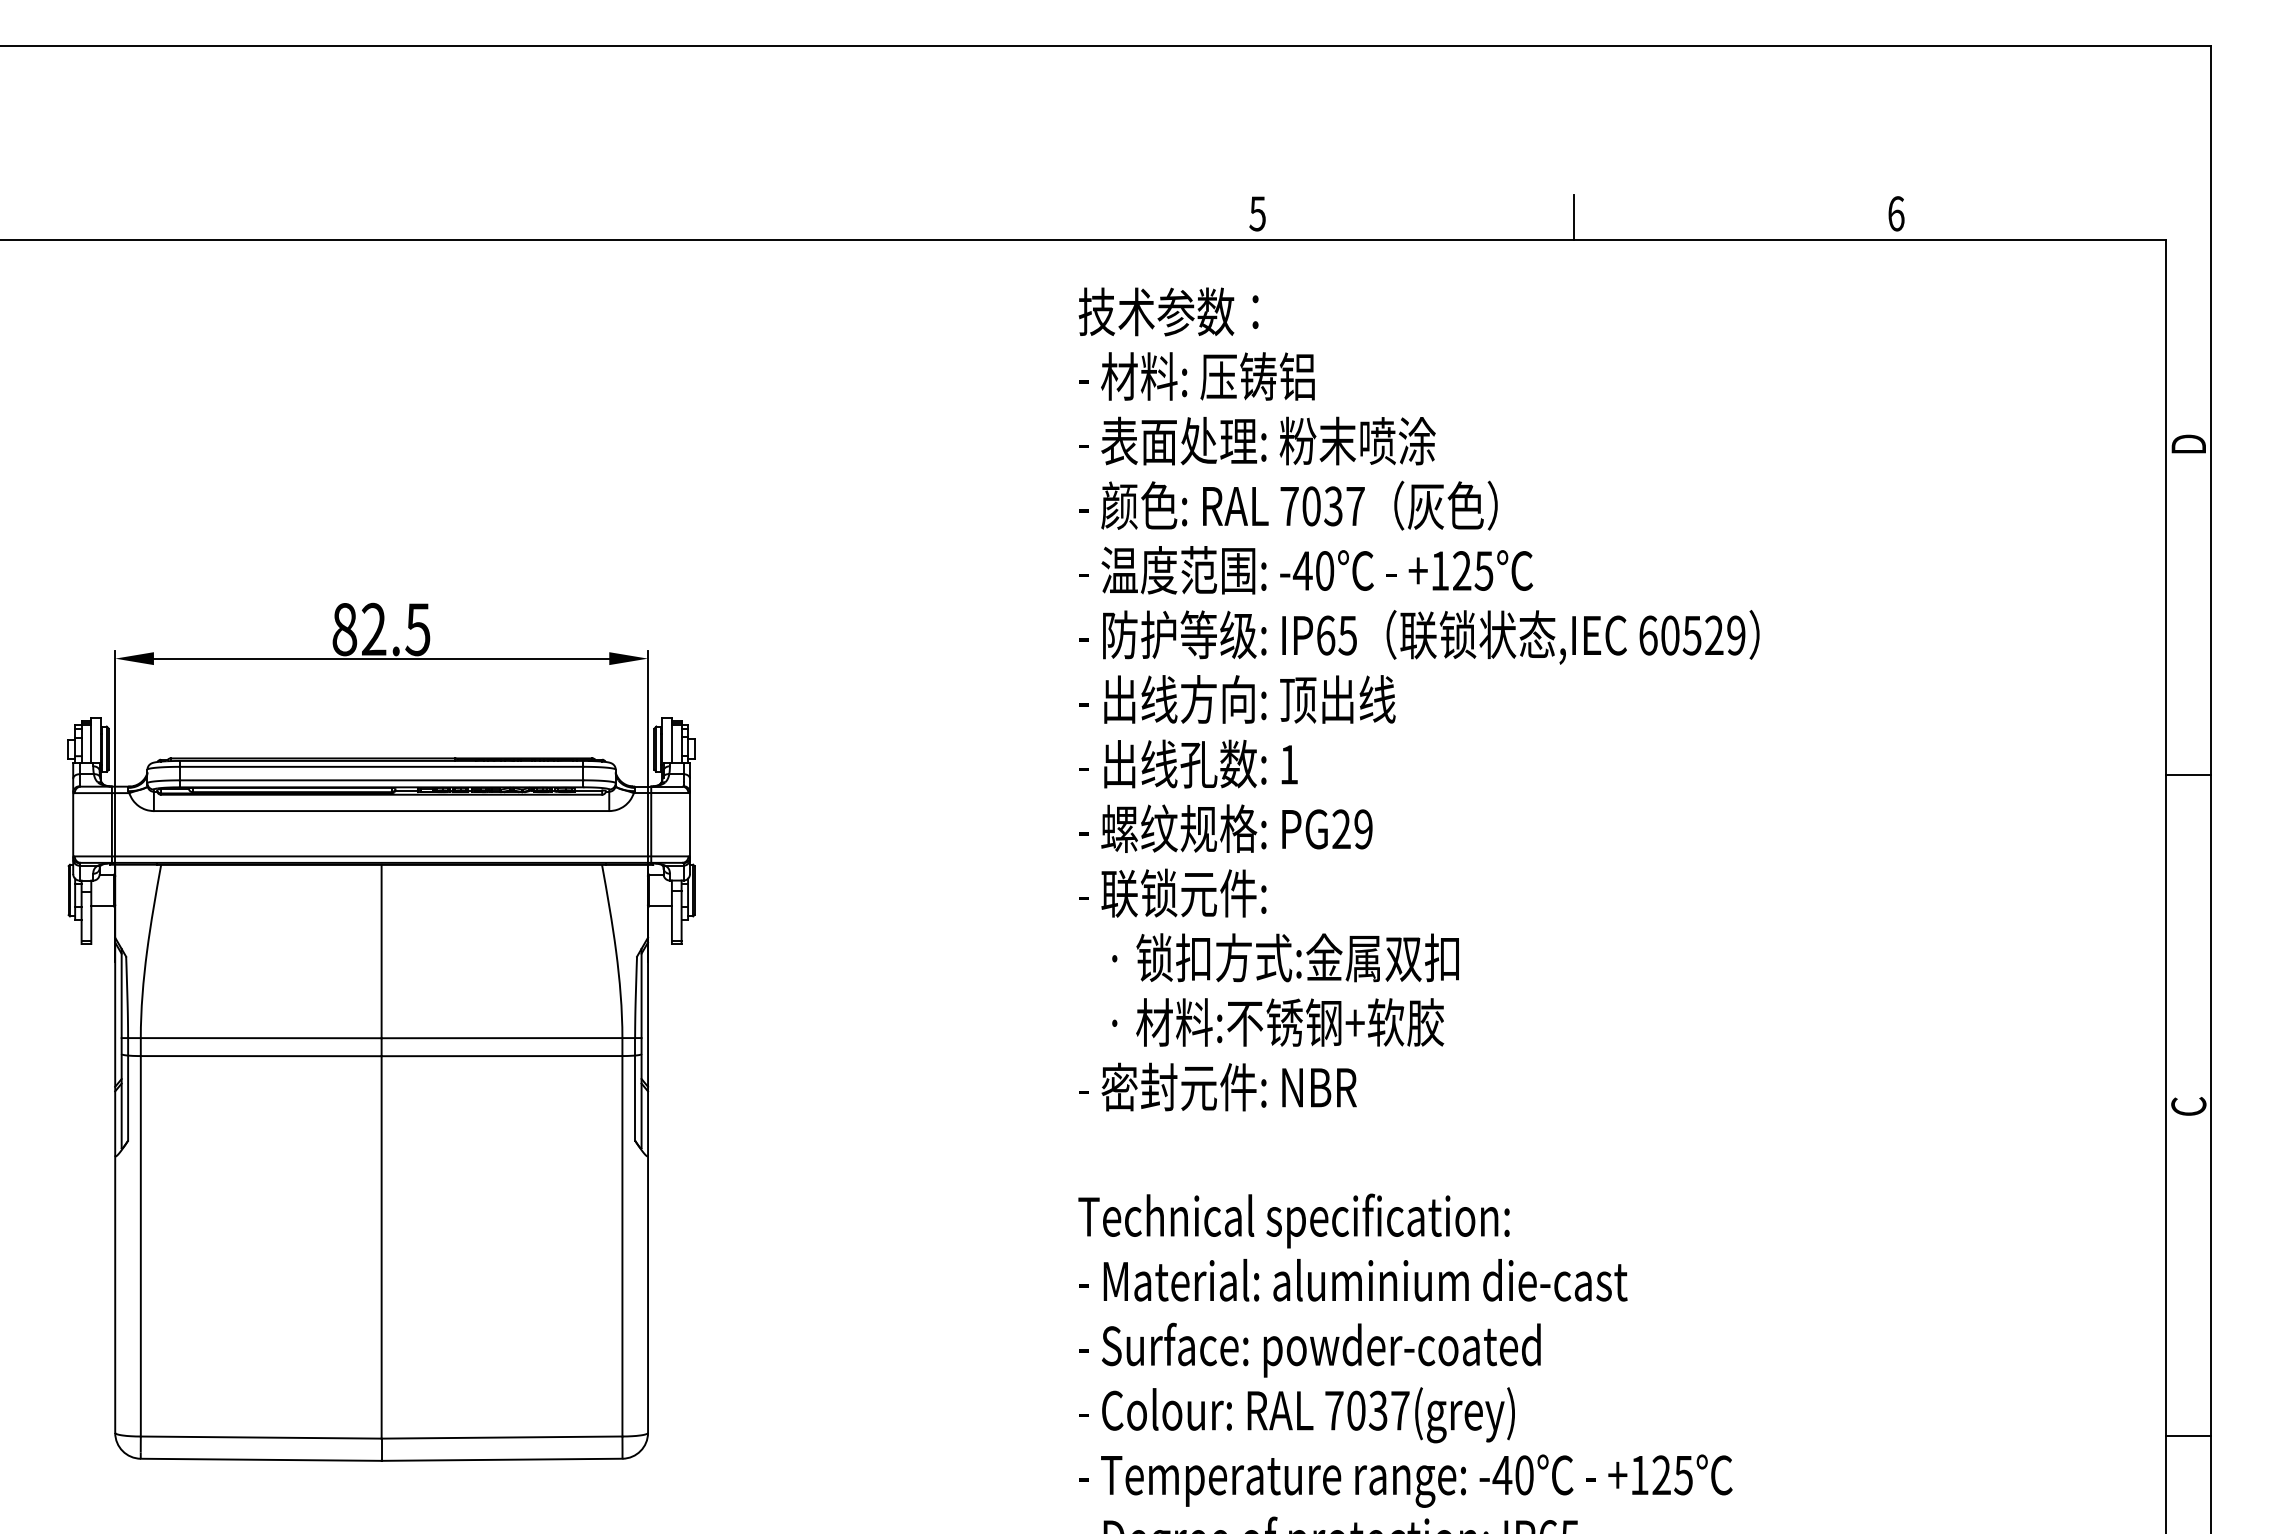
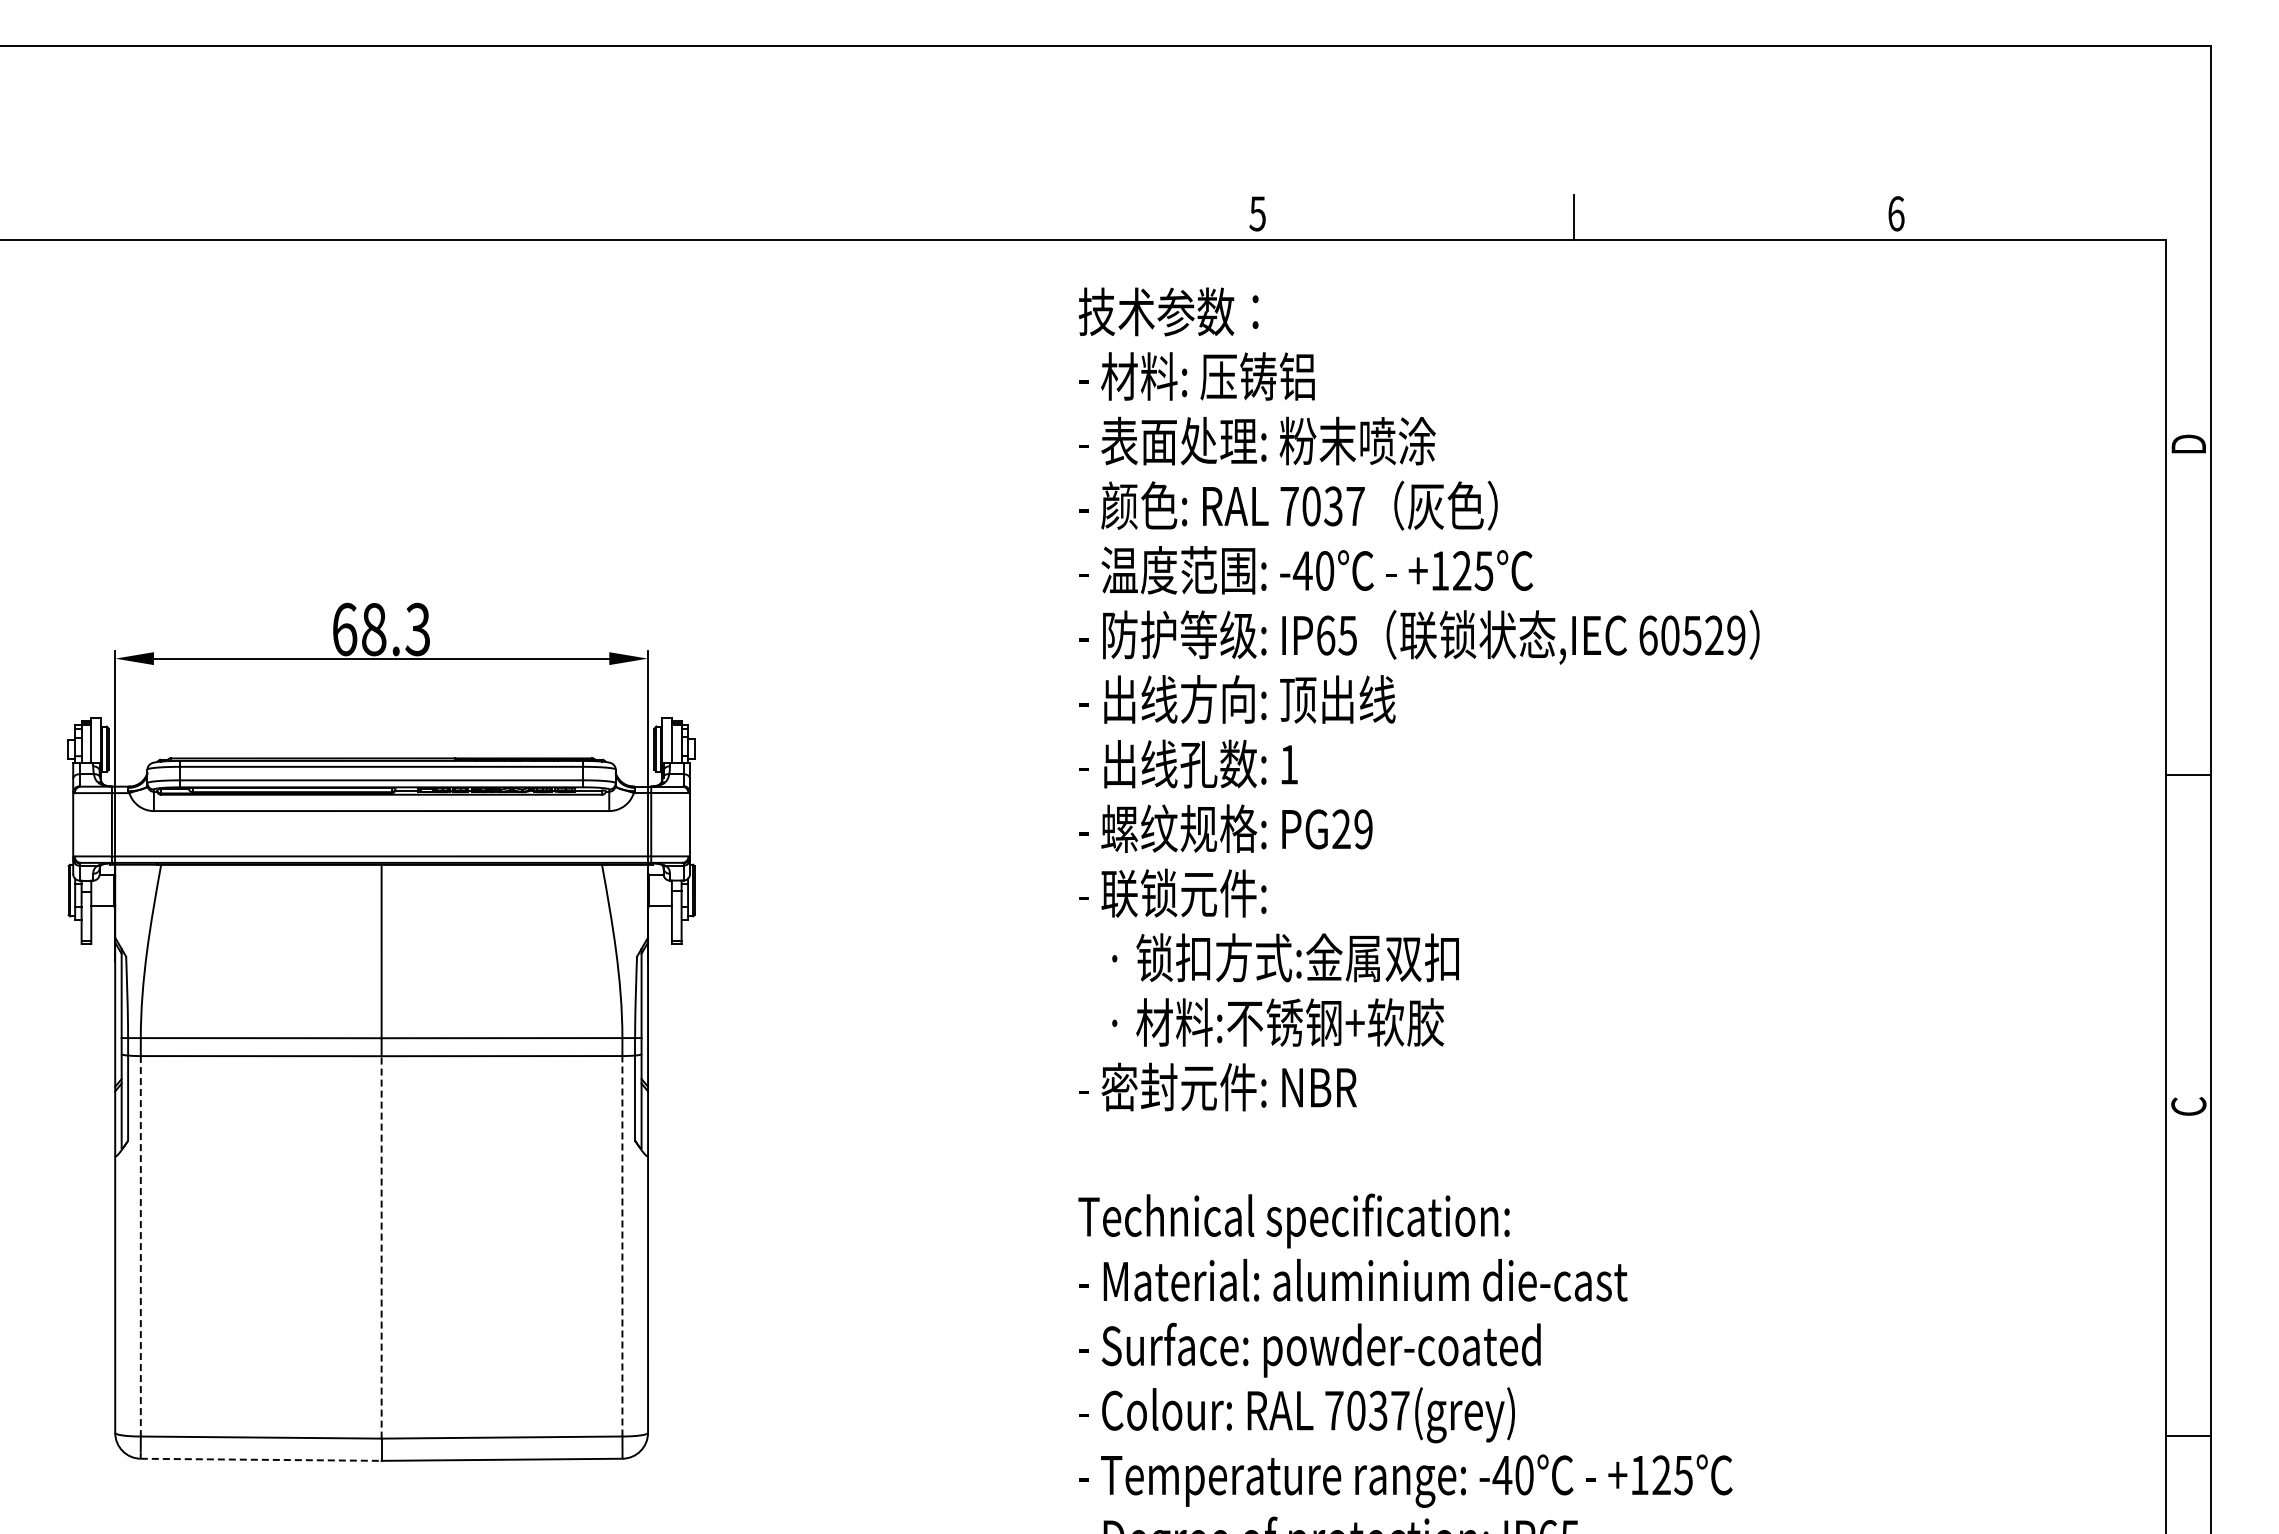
text at (381, 629): 82.5 -> 68.3
line at (622, 1245): solid -> dashed
line at (140, 1246): solid -> dashed
line at (381, 1246): solid -> dashed
line at (261, 1459): solid -> dashed
